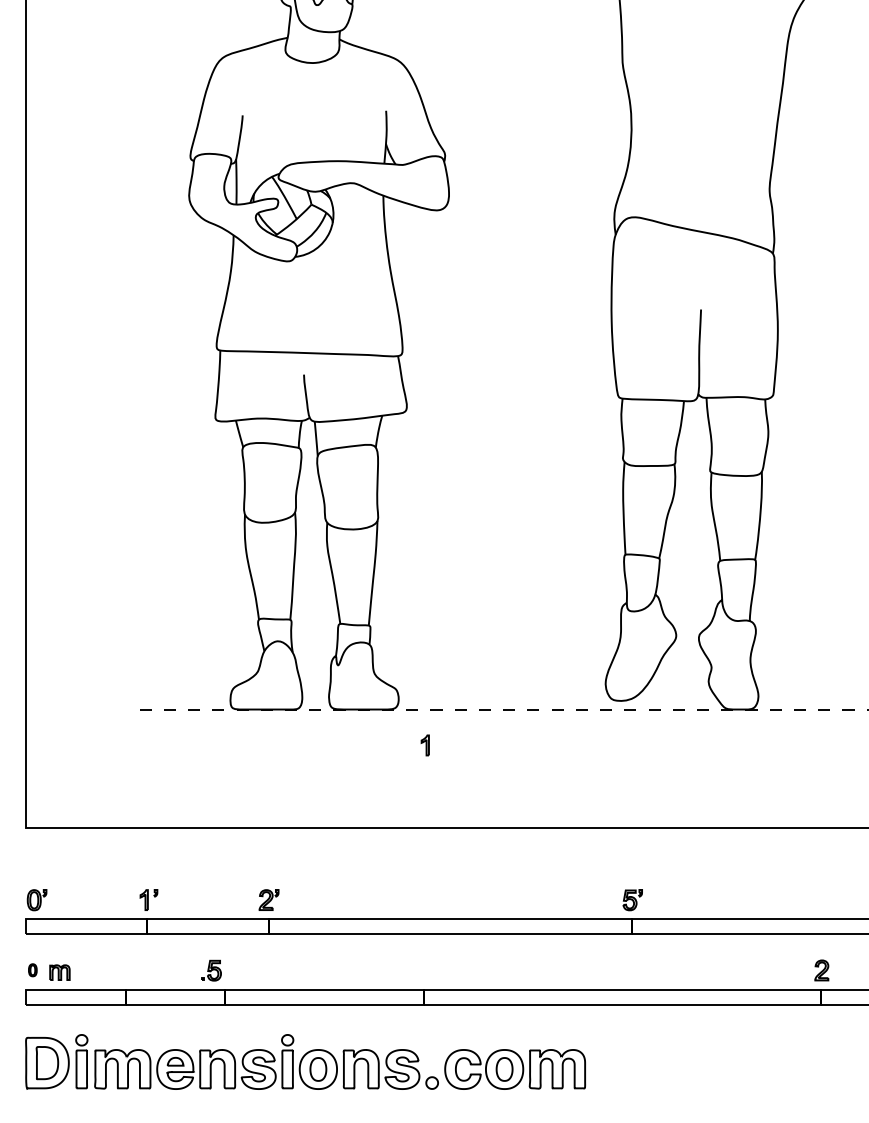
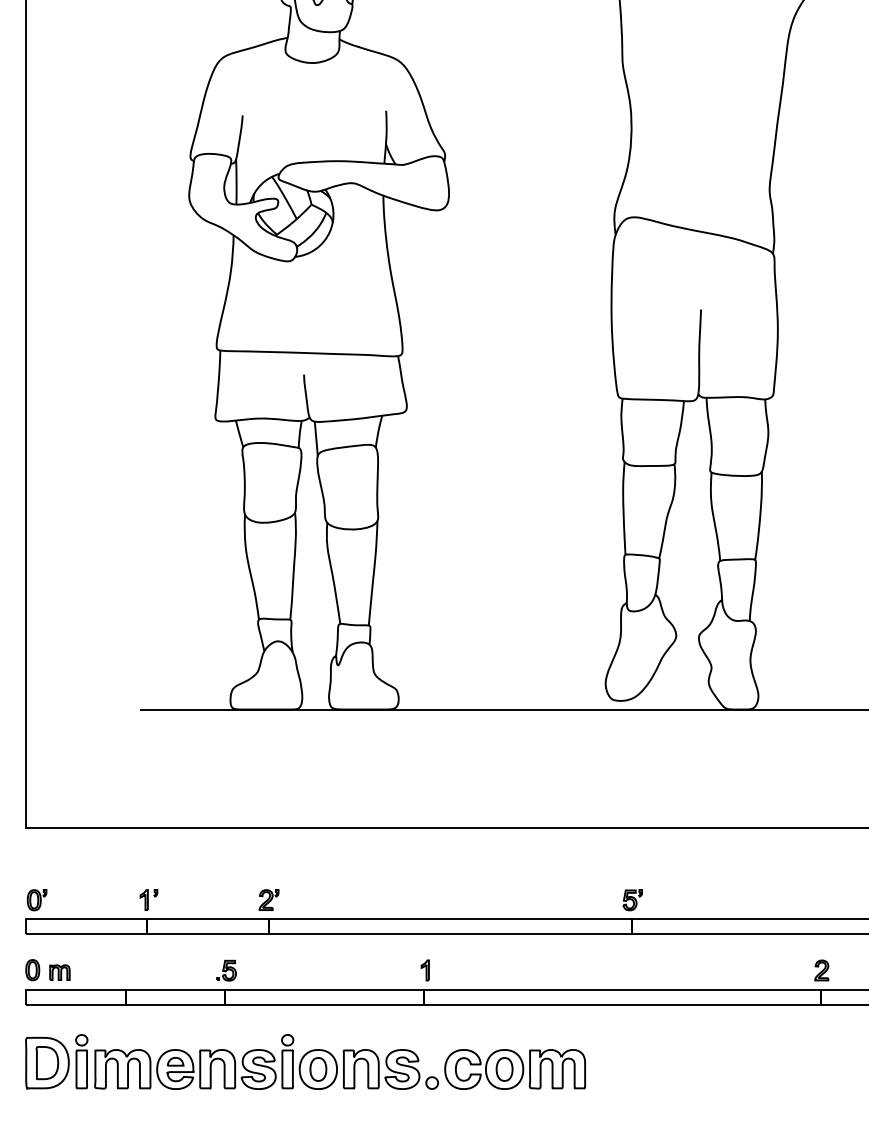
line at (504, 709): dashed -> solid
part at (424, 745) position: (424, 745) -> (424, 970)
part at (32, 970) size: 10x15 px -> 16x23 px
part at (211, 970) position: (211, 970) -> (226, 970)
